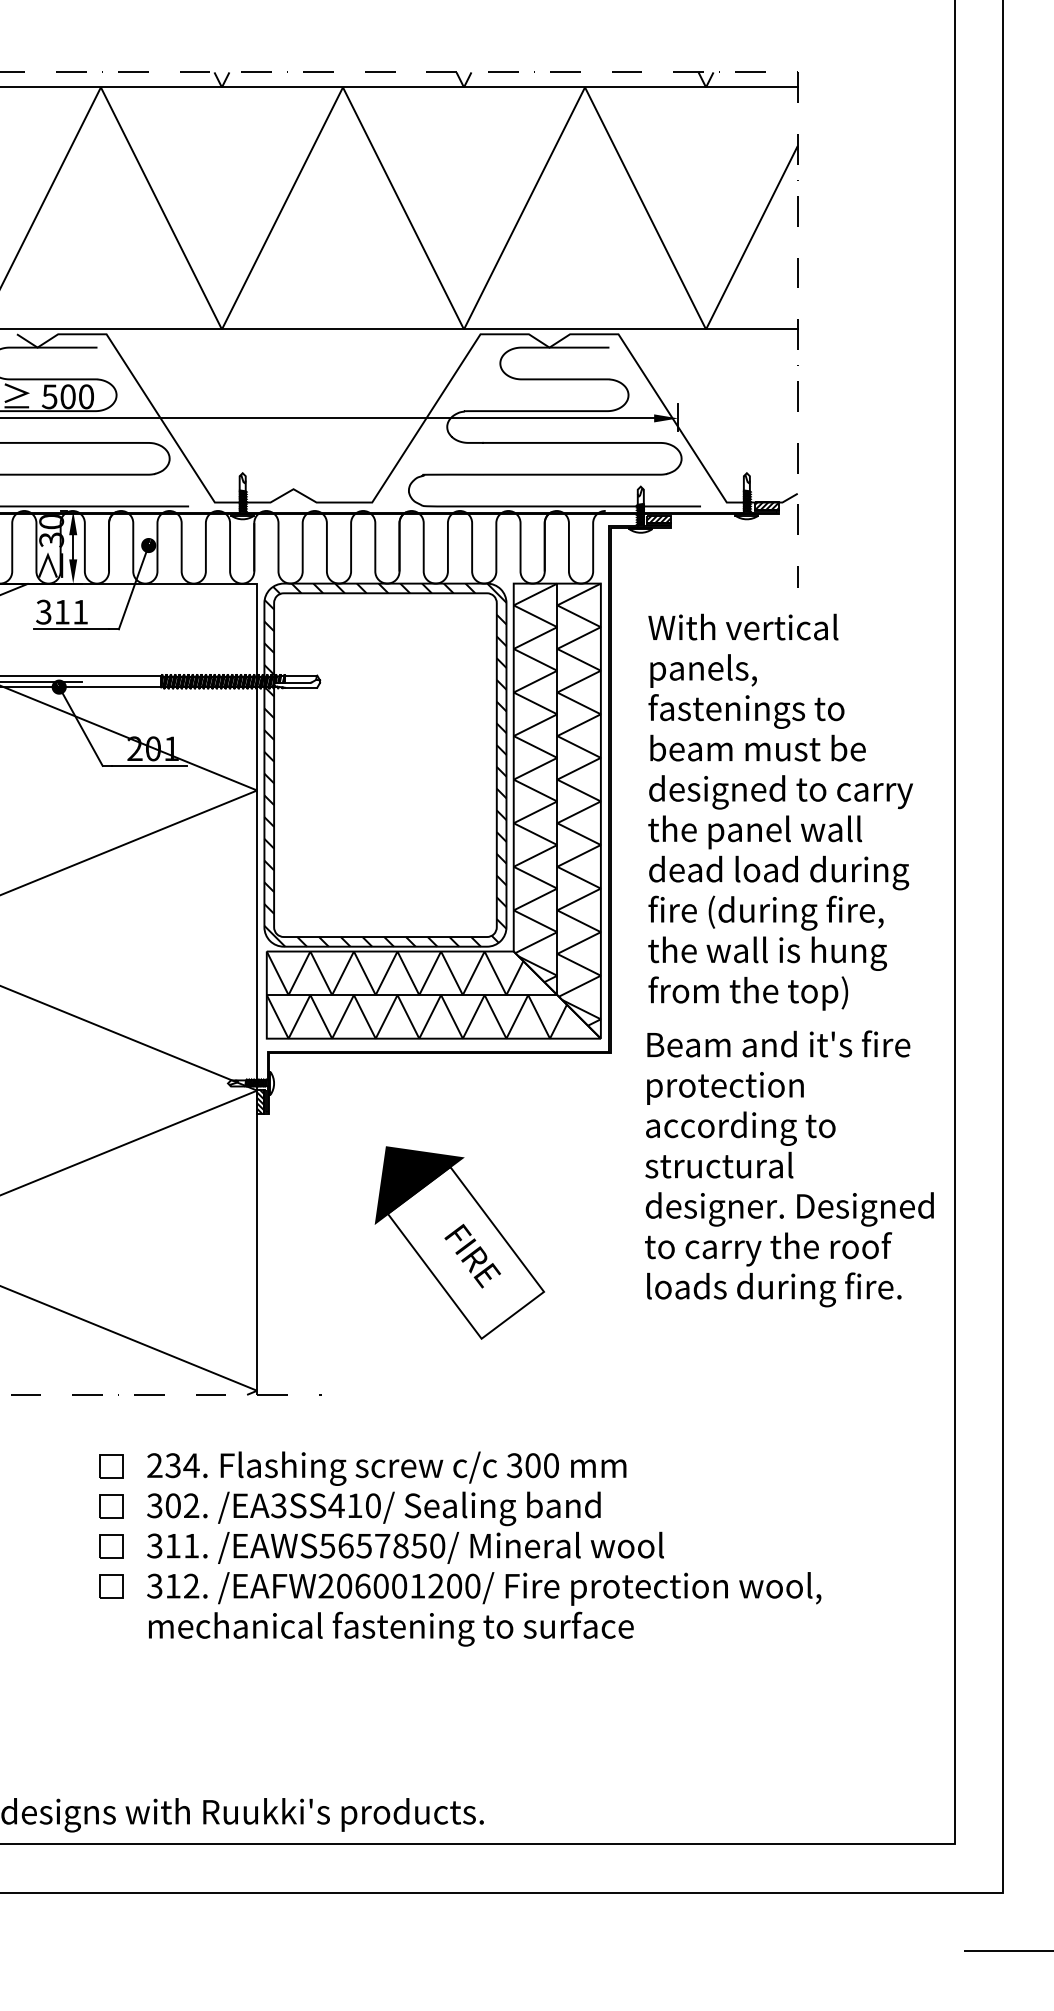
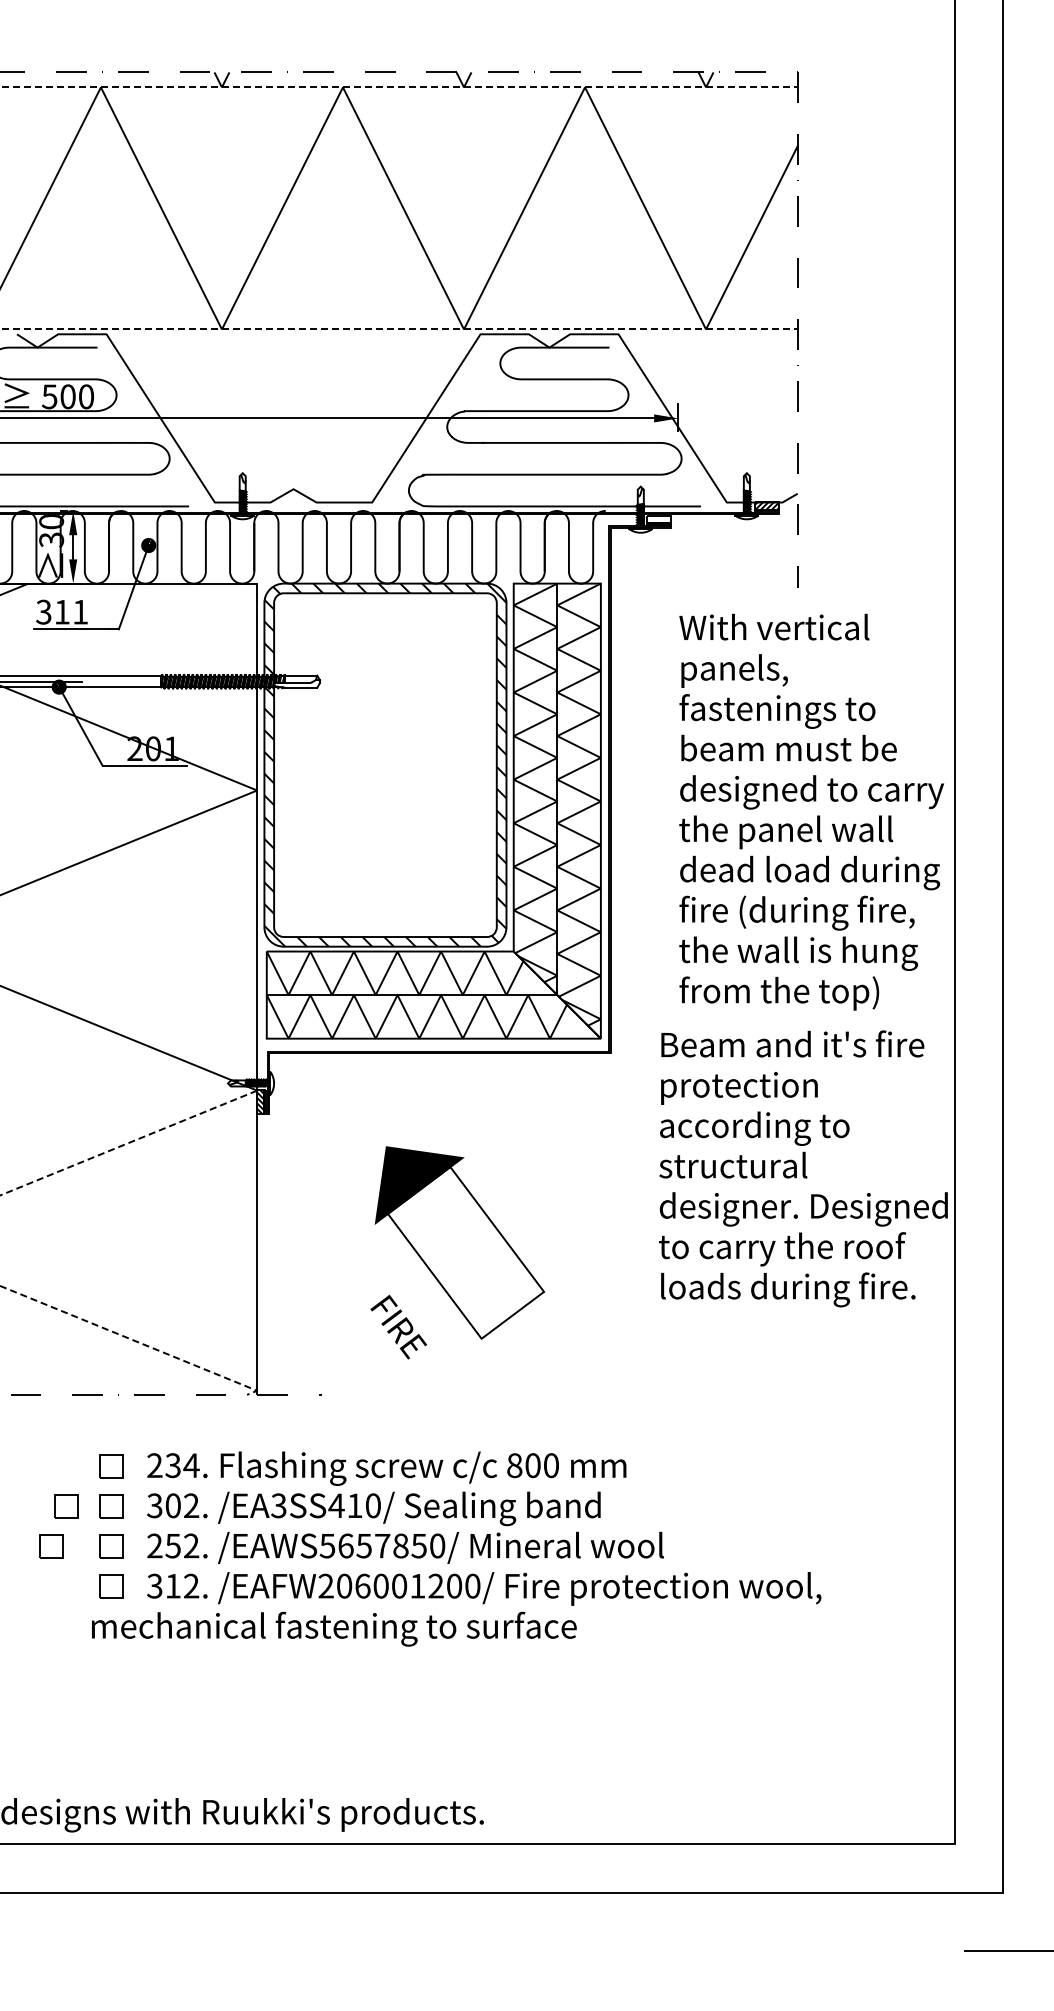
line at (399, 87): solid -> dashed
line at (399, 329): solid -> dashed
hatch at (658, 519): present -> none
text at (780, 811) position: (780, 811) -> (811, 811)
text at (789, 1168) position: (789, 1168) -> (803, 1168)
text at (472, 1256) position: (472, 1256) -> (398, 1327)
line at (5, 1288): solid -> dashed
text at (514, 1465): 300 -> 800
part at (66, 1506): none -> present
text at (173, 1545): 311. -> 252.
part at (51, 1546): none -> present
text at (391, 1628) position: (391, 1628) -> (334, 1628)
